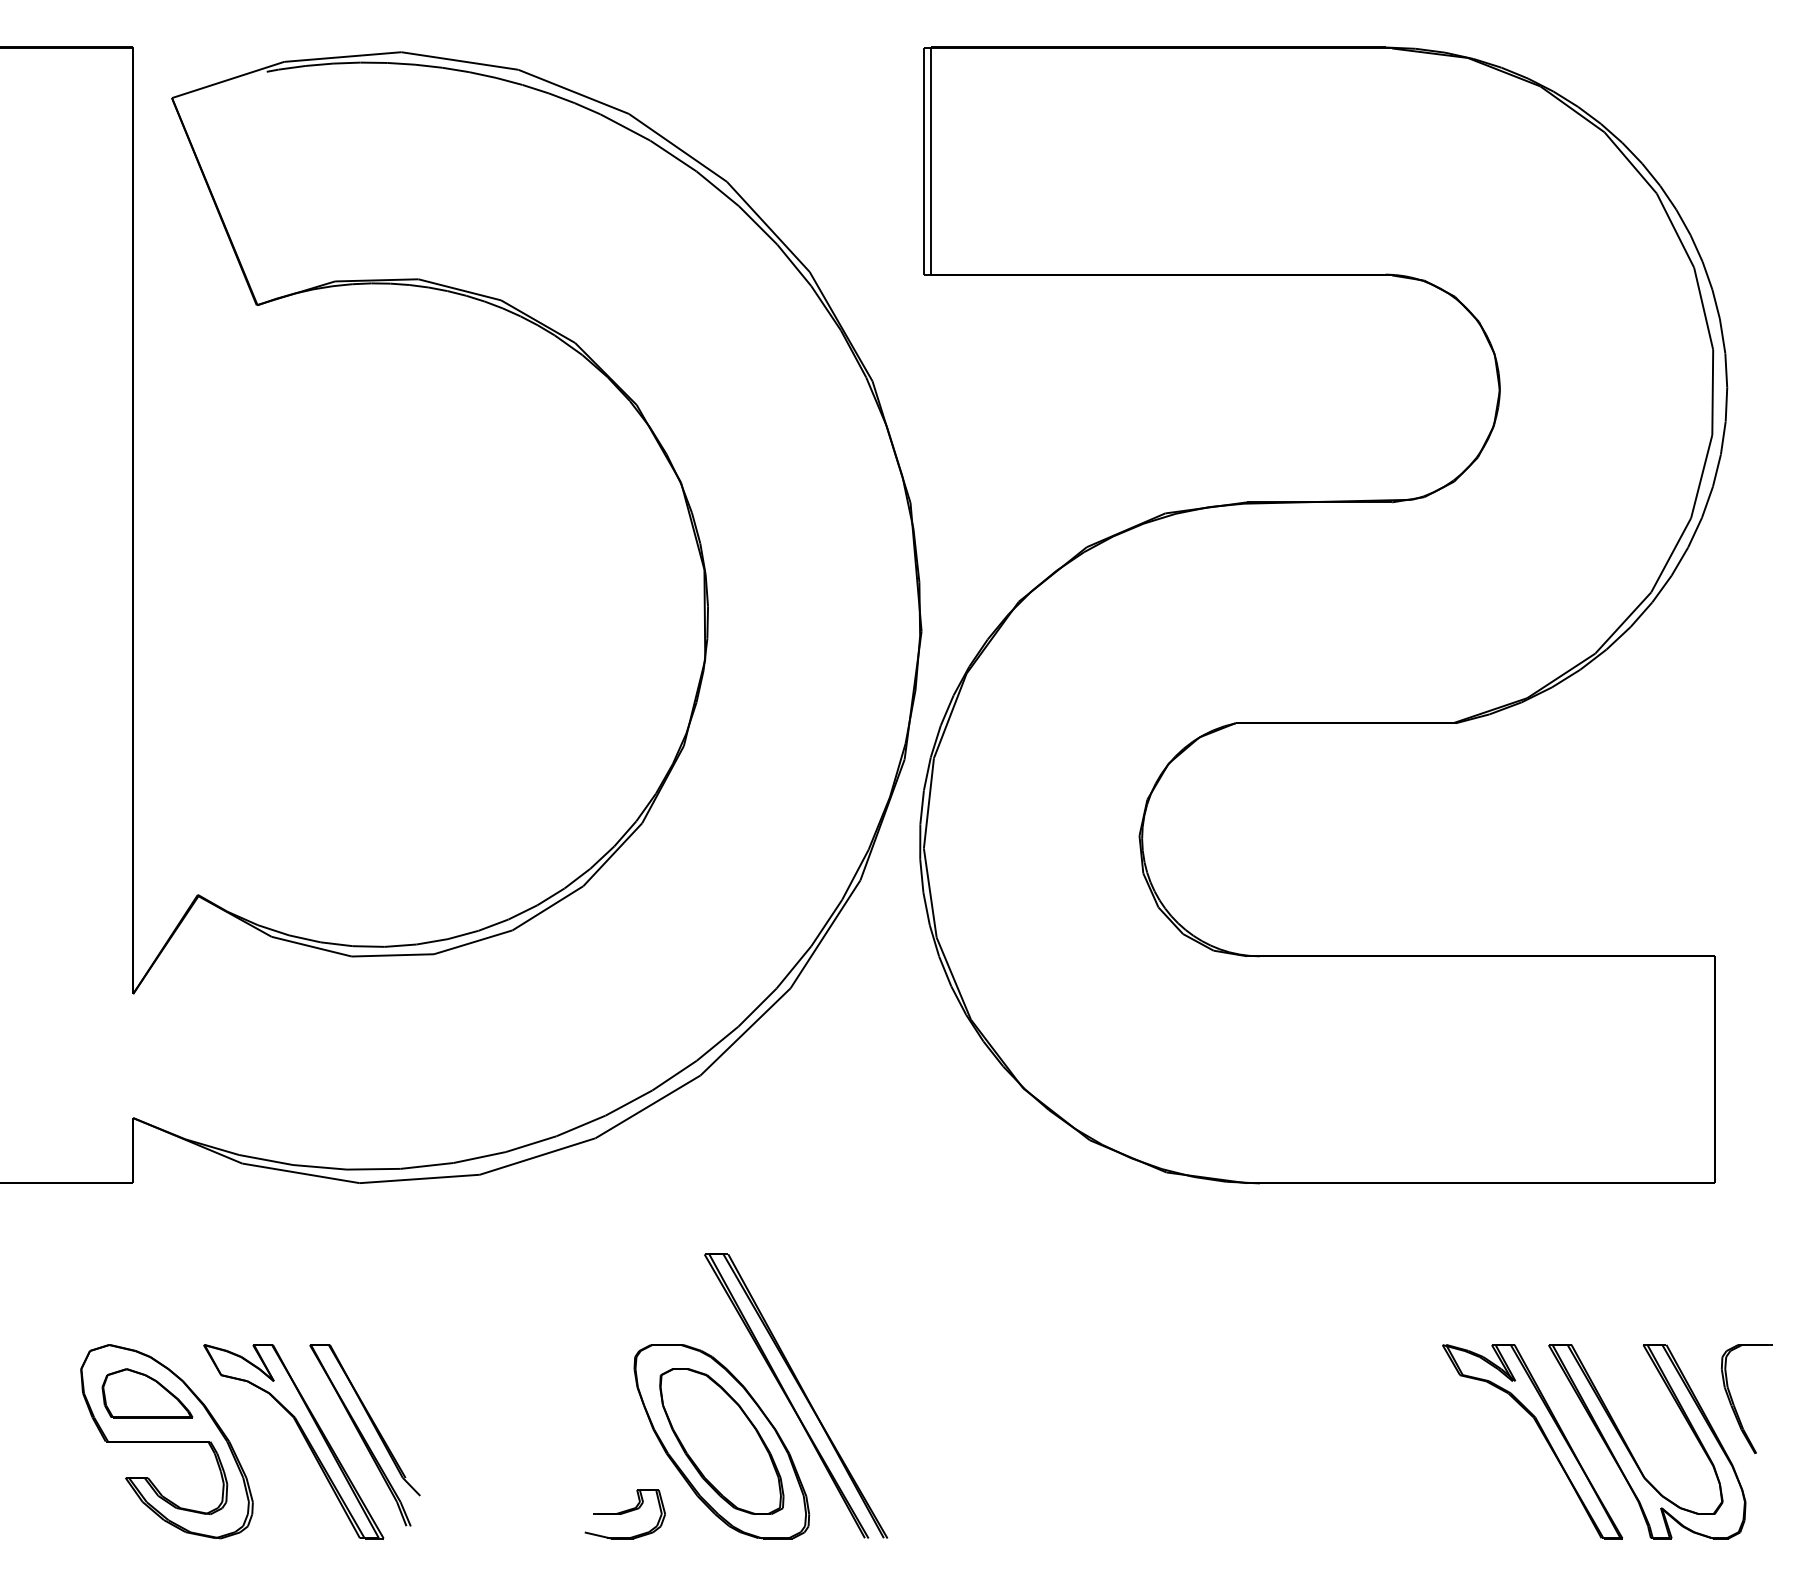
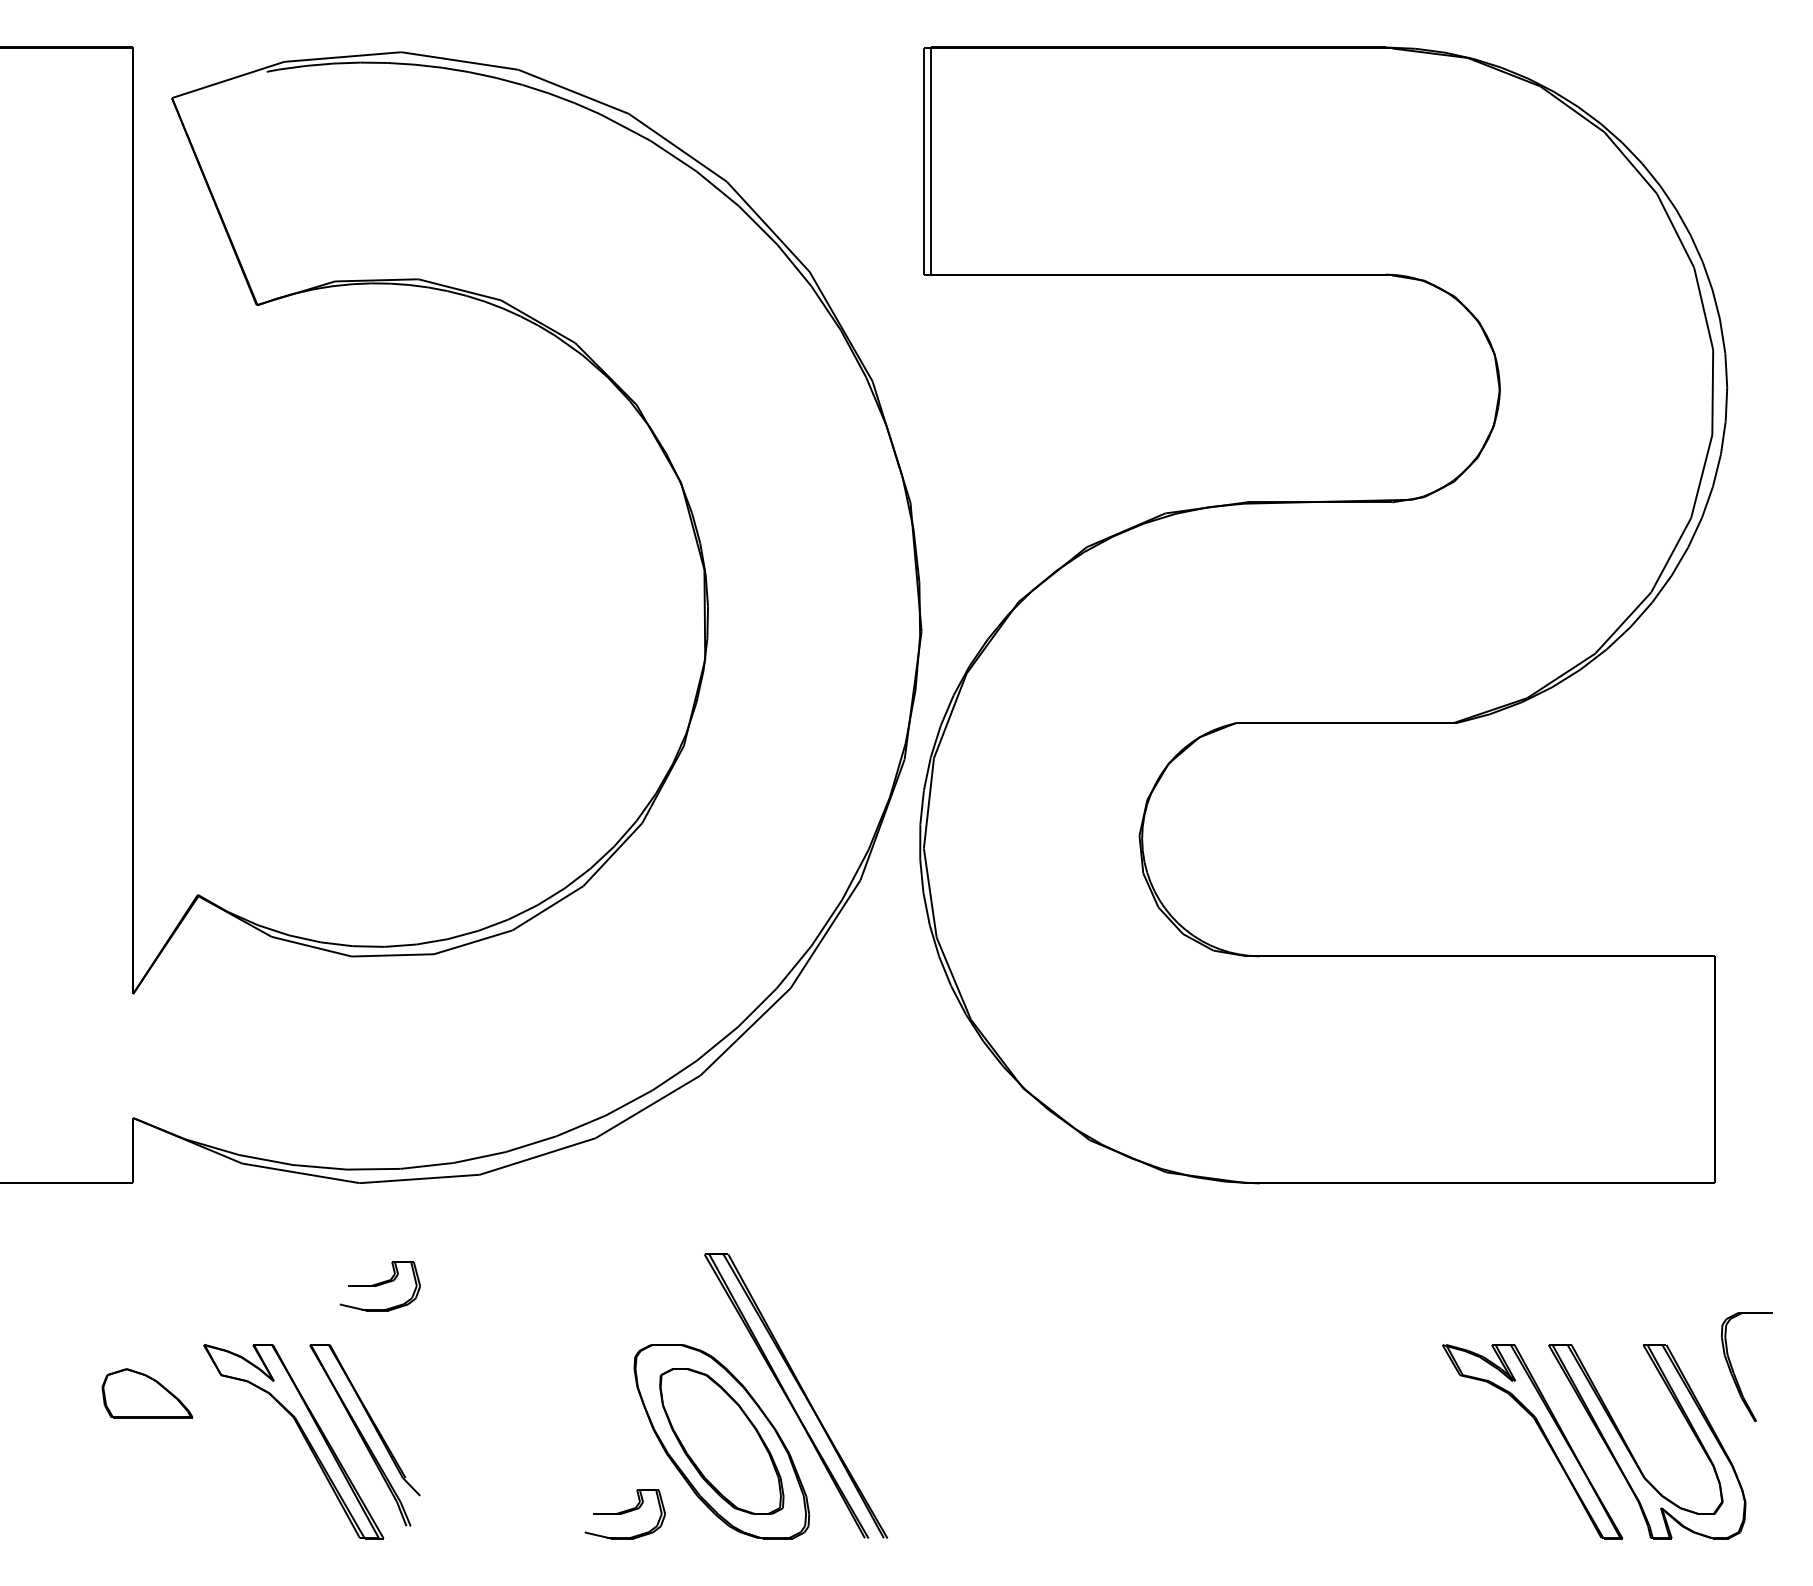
part at (379, 1286): none -> present
part at (1734, 1403) position: (1734, 1403) -> (1734, 1371)
part at (166, 1441): present -> none
